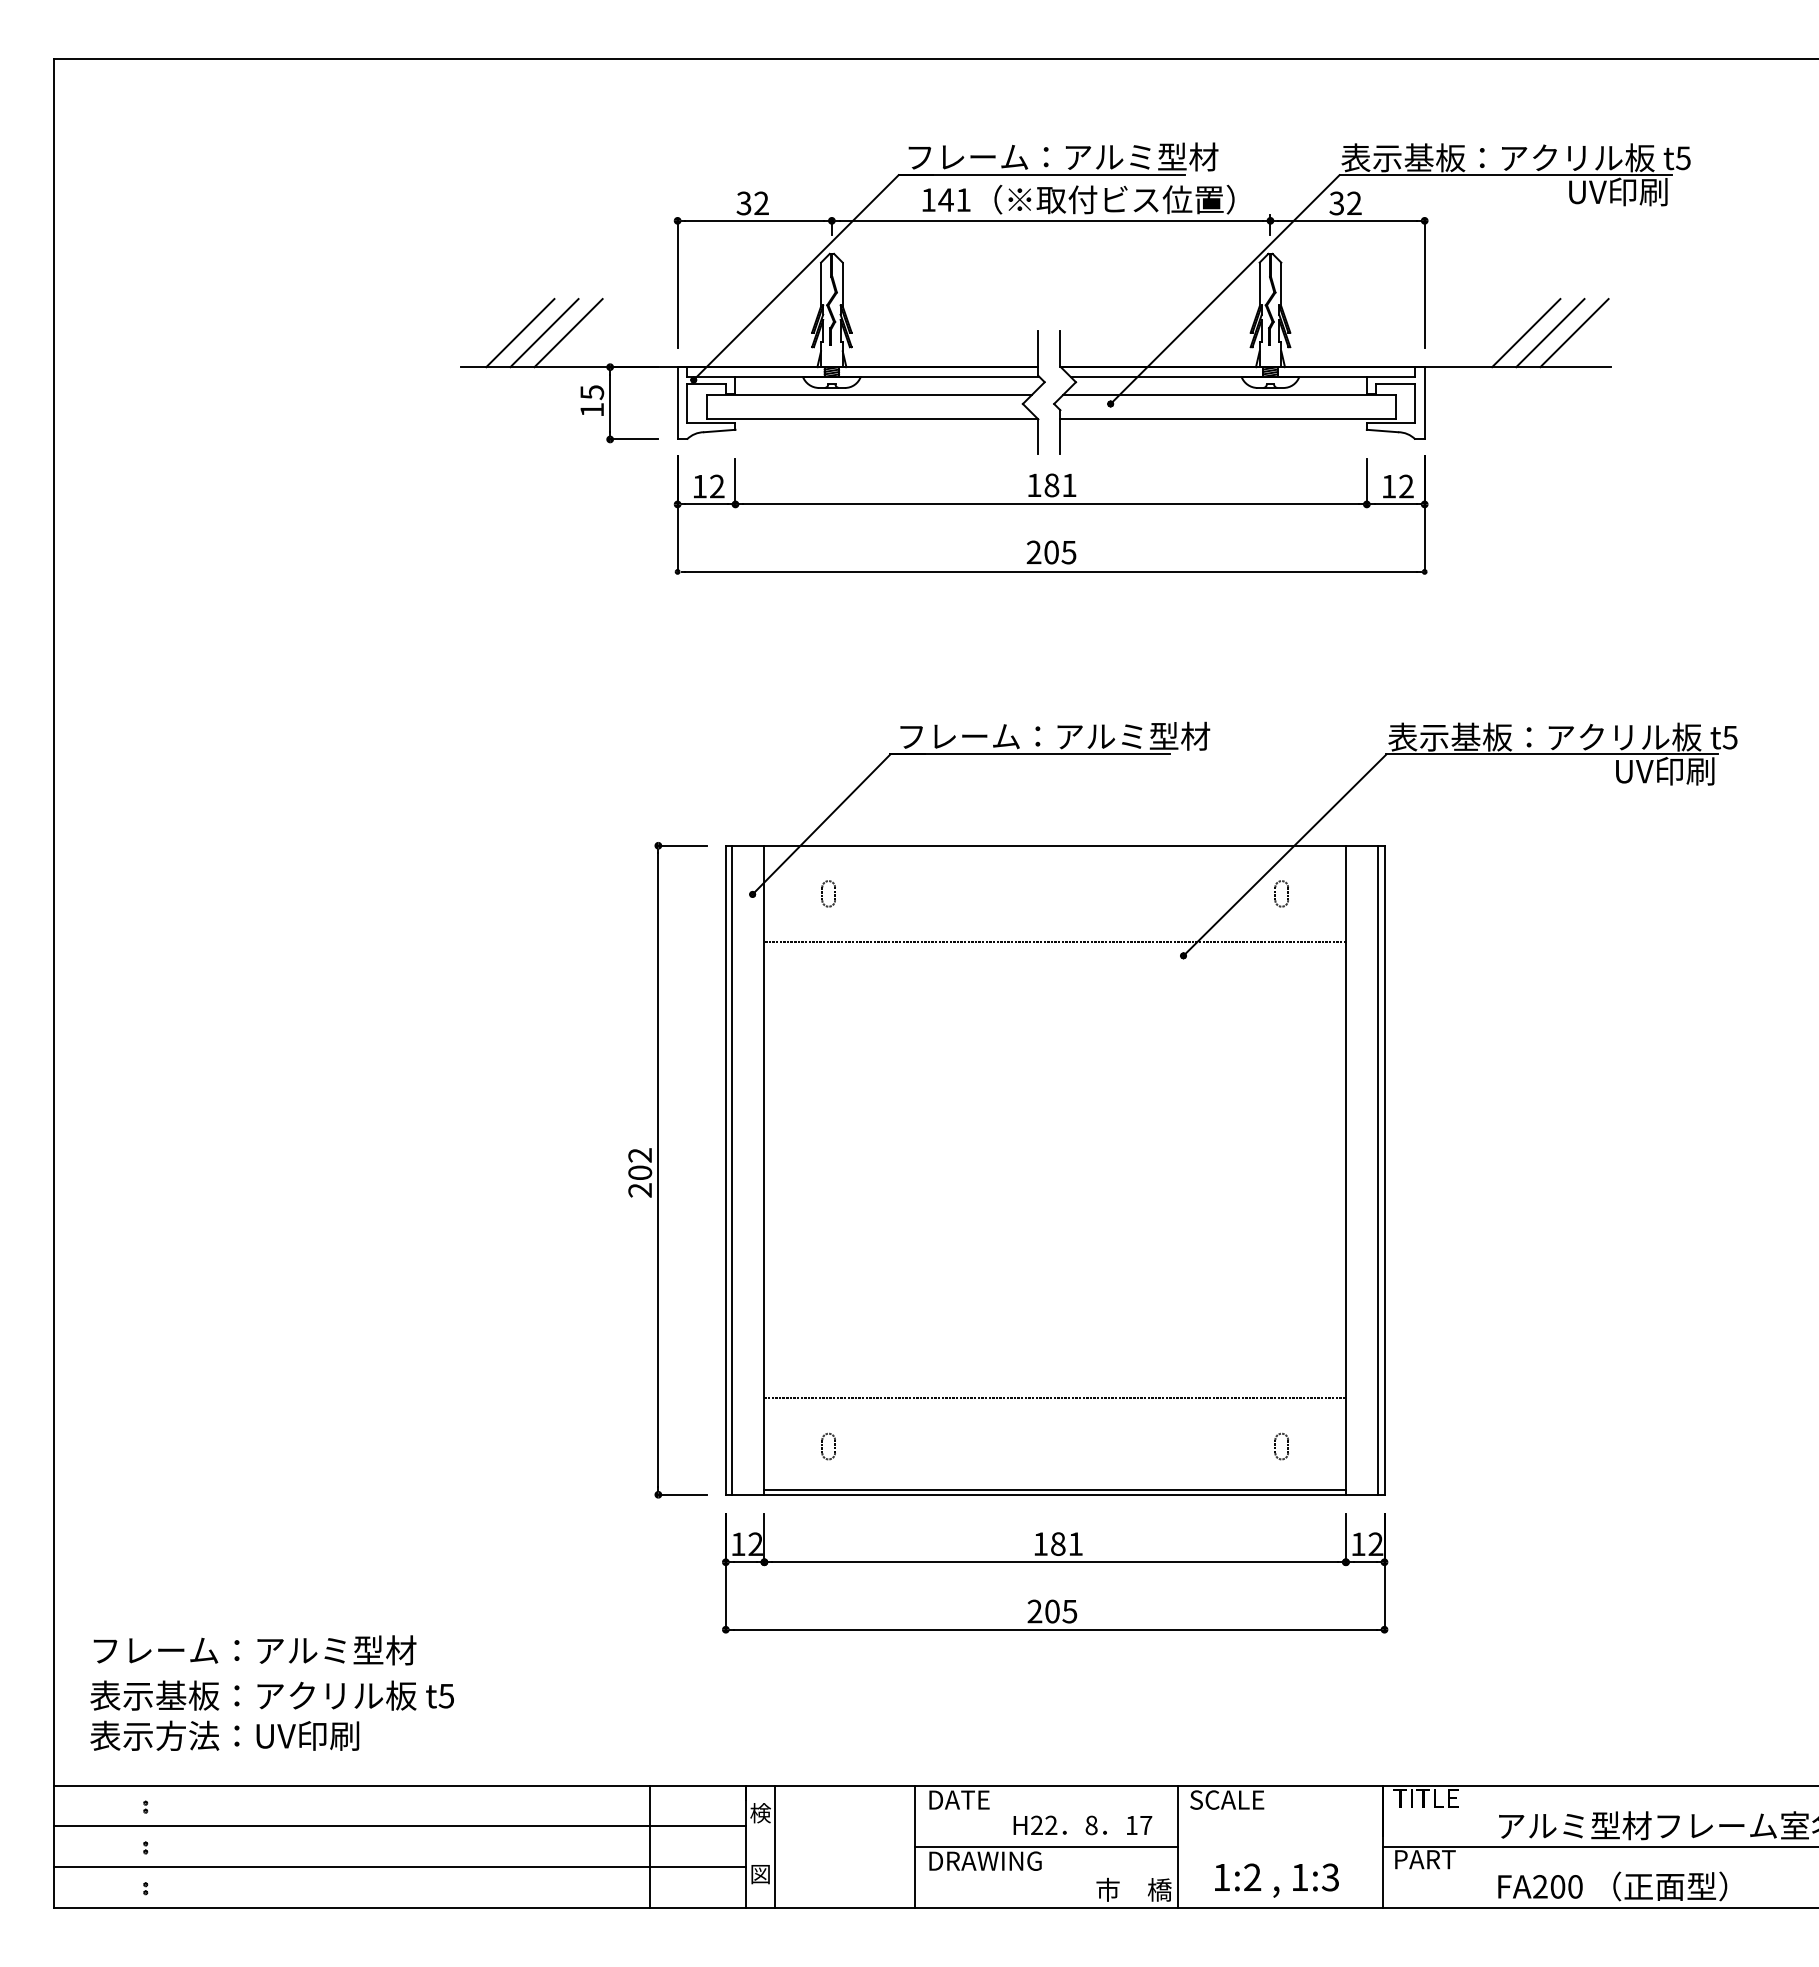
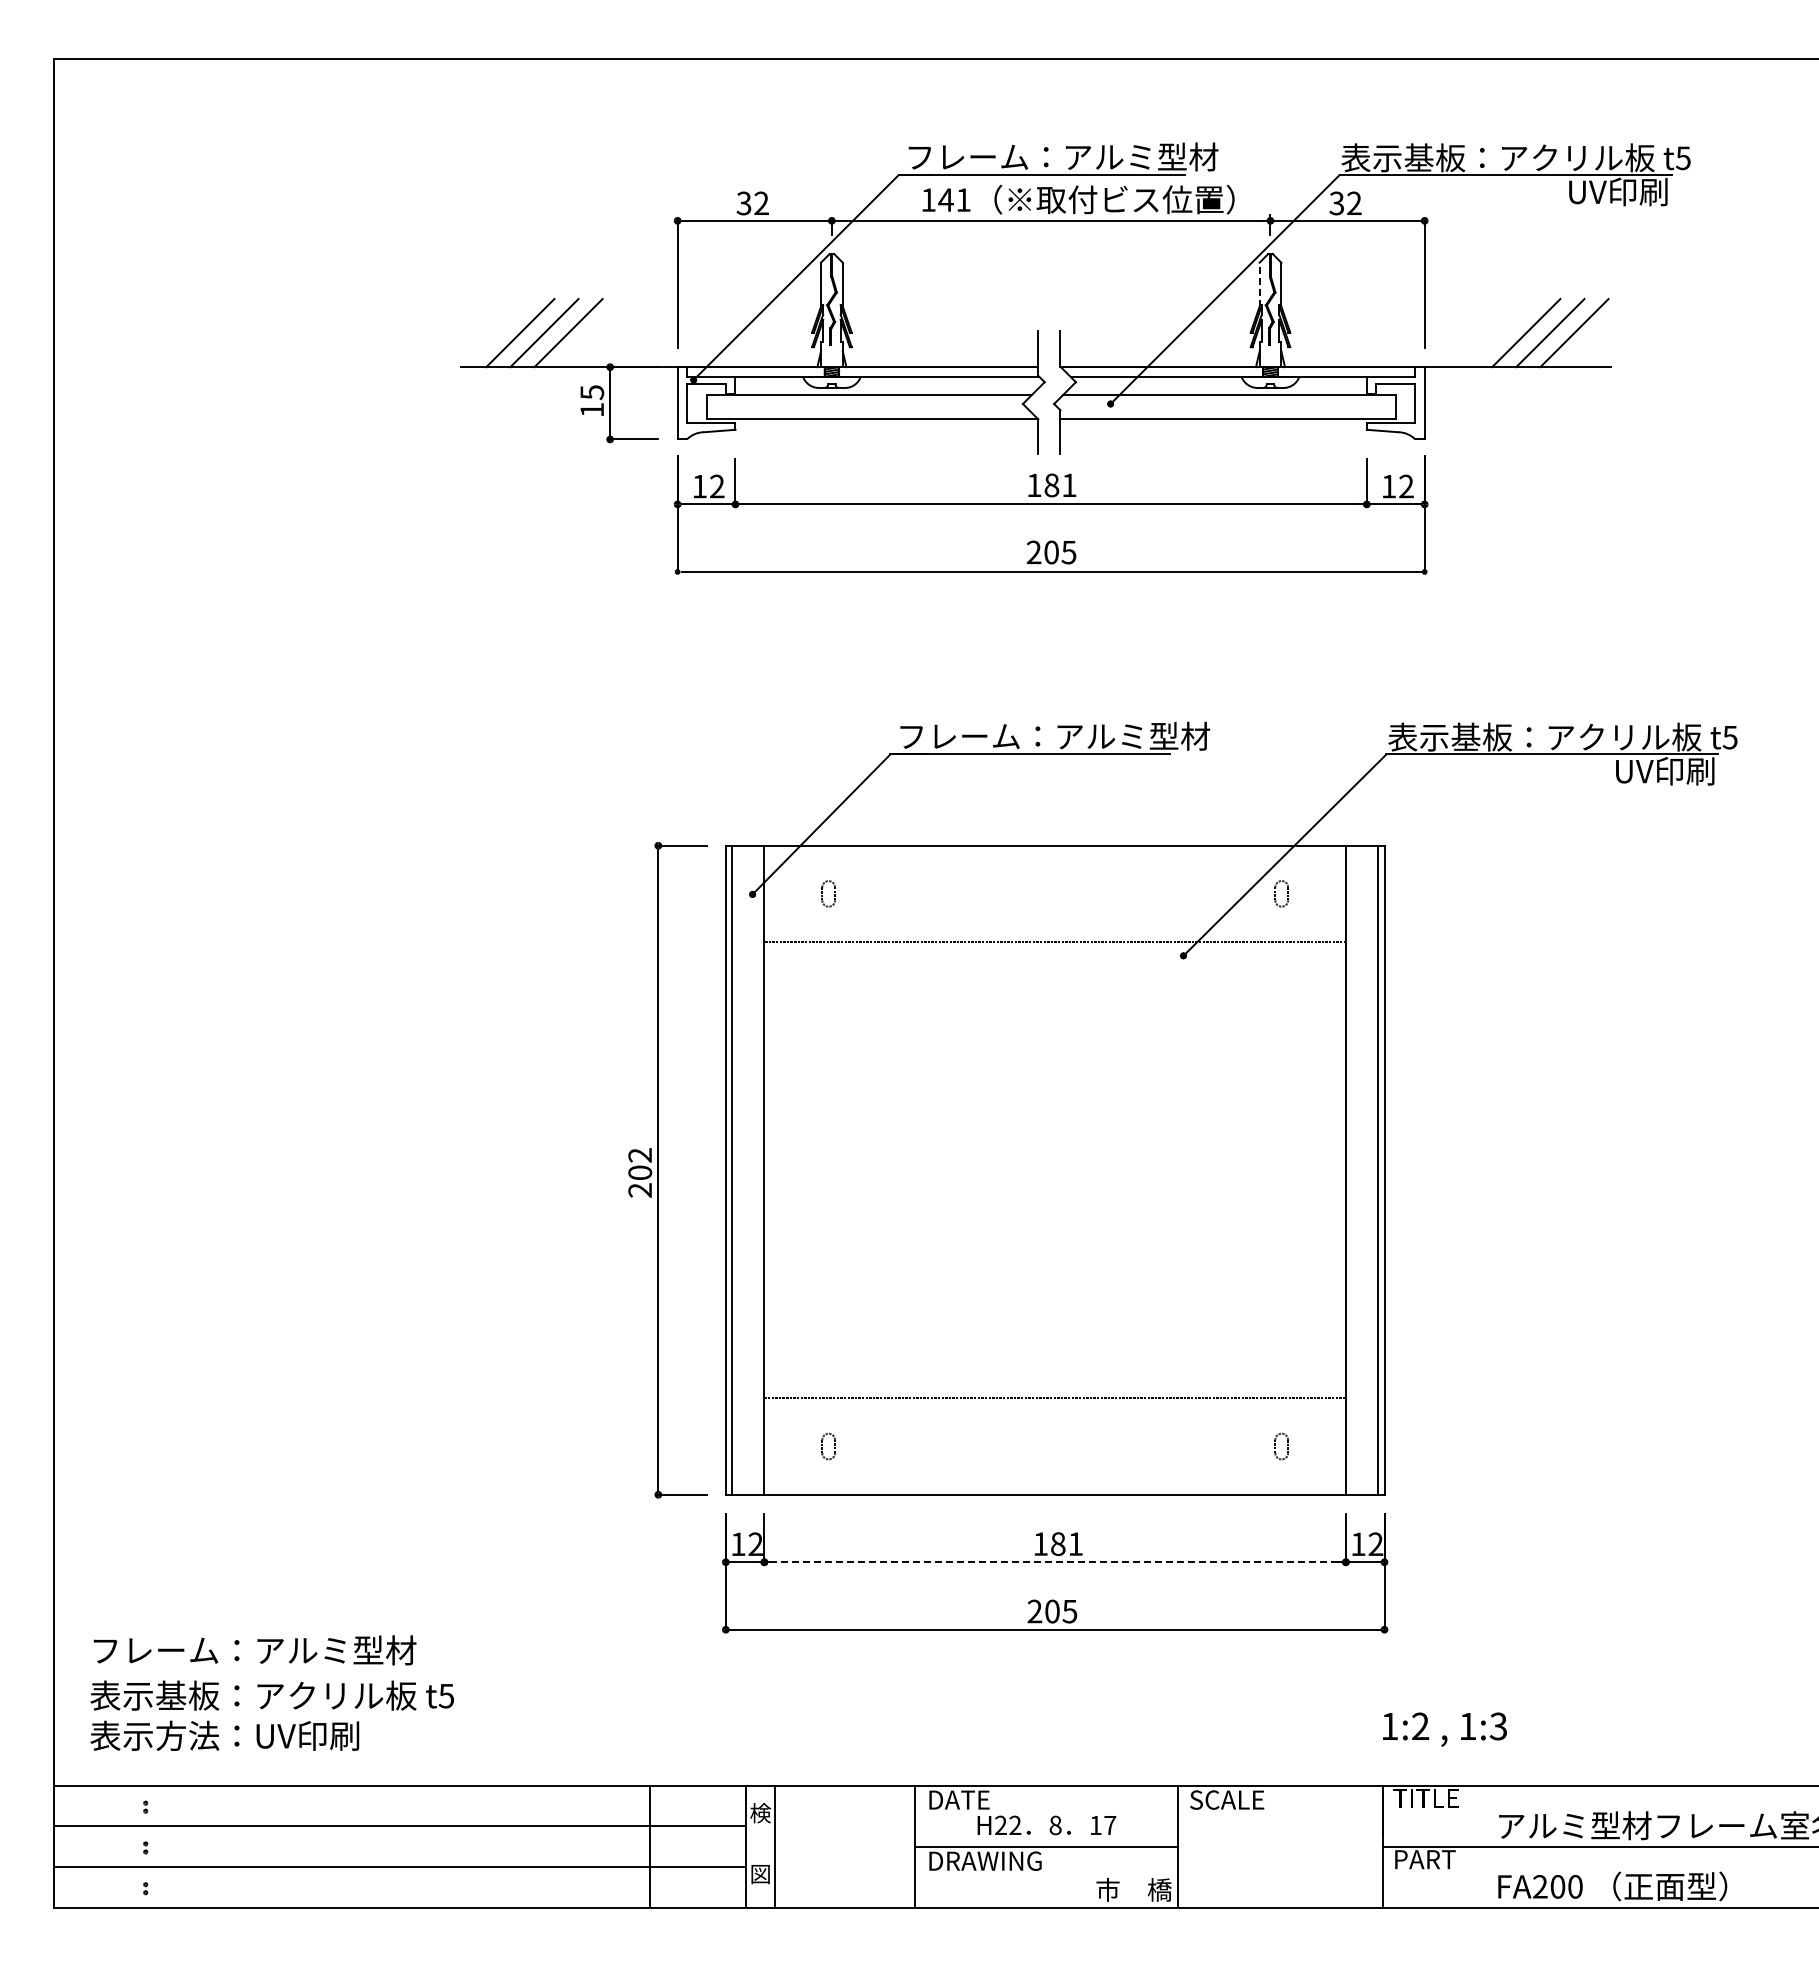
line at (1259, 284): solid -> dashed
line at (1054, 1489): present -> none
line at (1054, 1562): solid -> dashed
text at (1082, 1825) position: (1082, 1825) -> (1046, 1825)
text at (1276, 1880) position: (1276, 1880) -> (1444, 1729)
